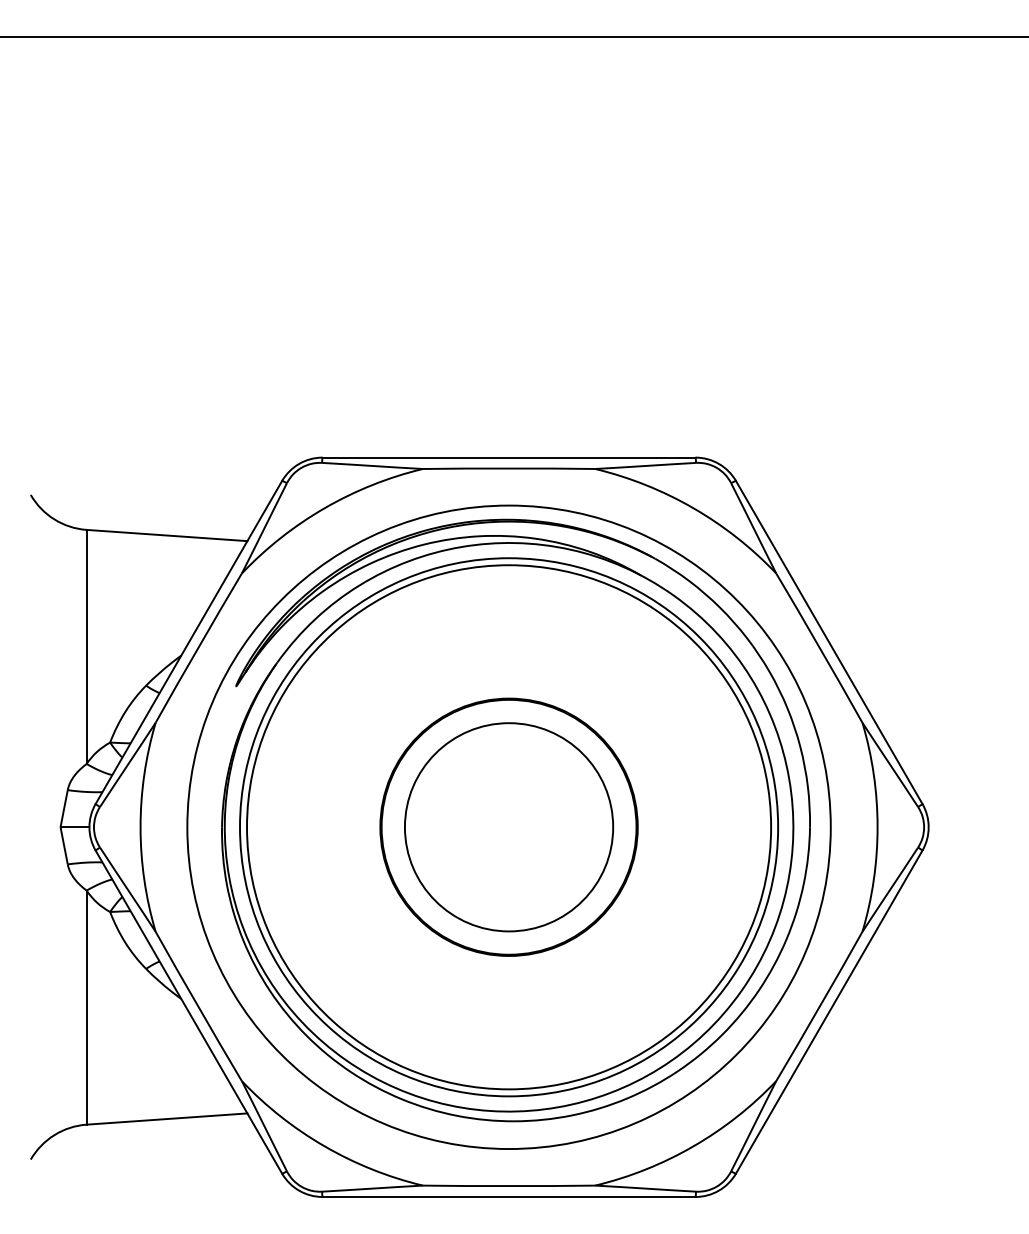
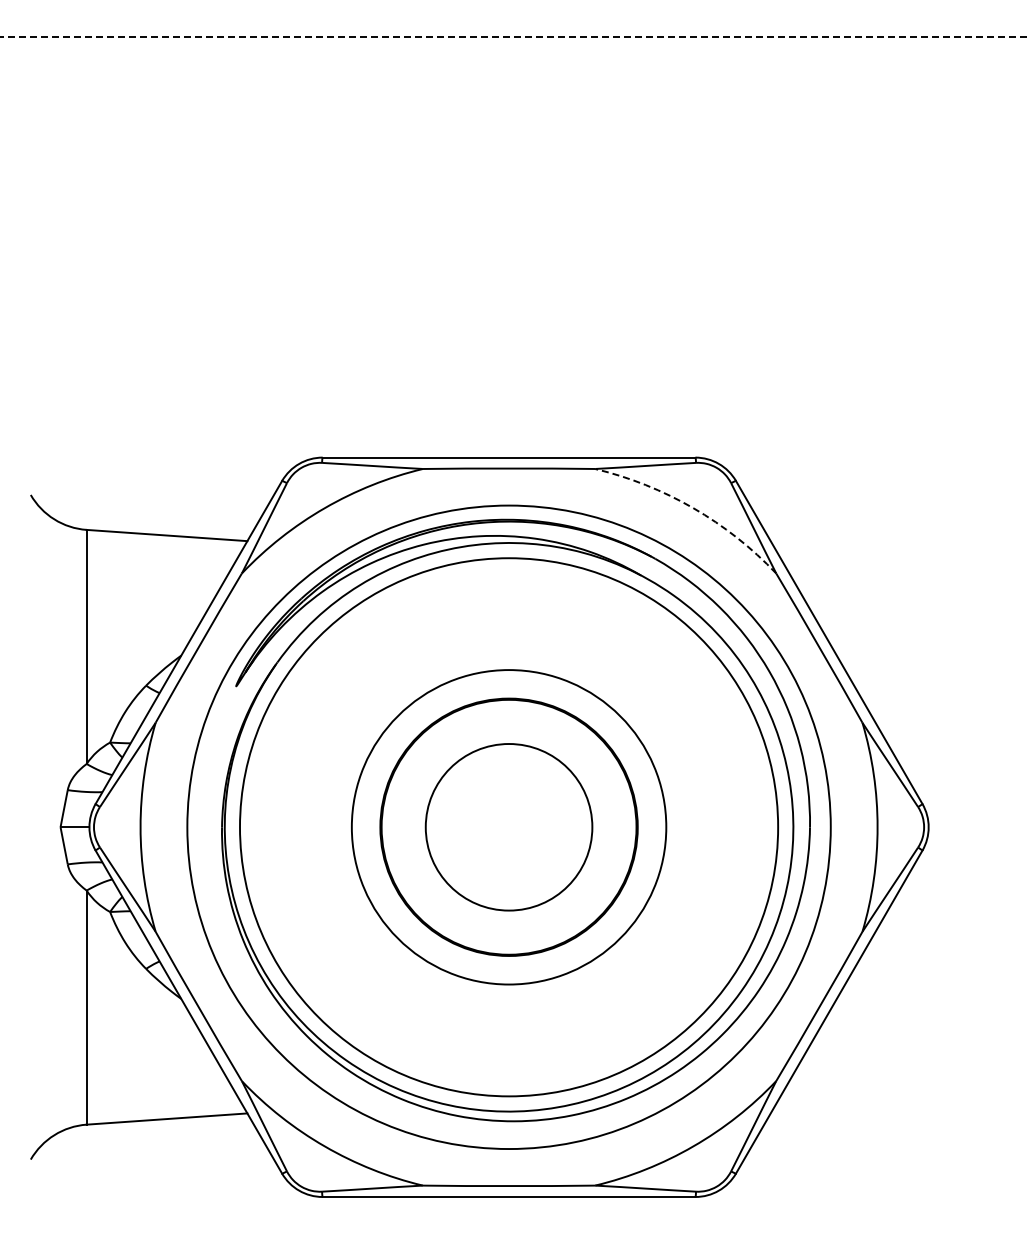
line at (515, 37): solid -> dashed
arc at (693, 508): solid -> dashed
circle at (508, 827) diameter: 208 px -> 167 px
circle at (509, 827) diameter: 524 px -> 314 px
